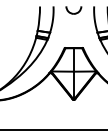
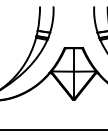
part at (73, 10): present -> none
